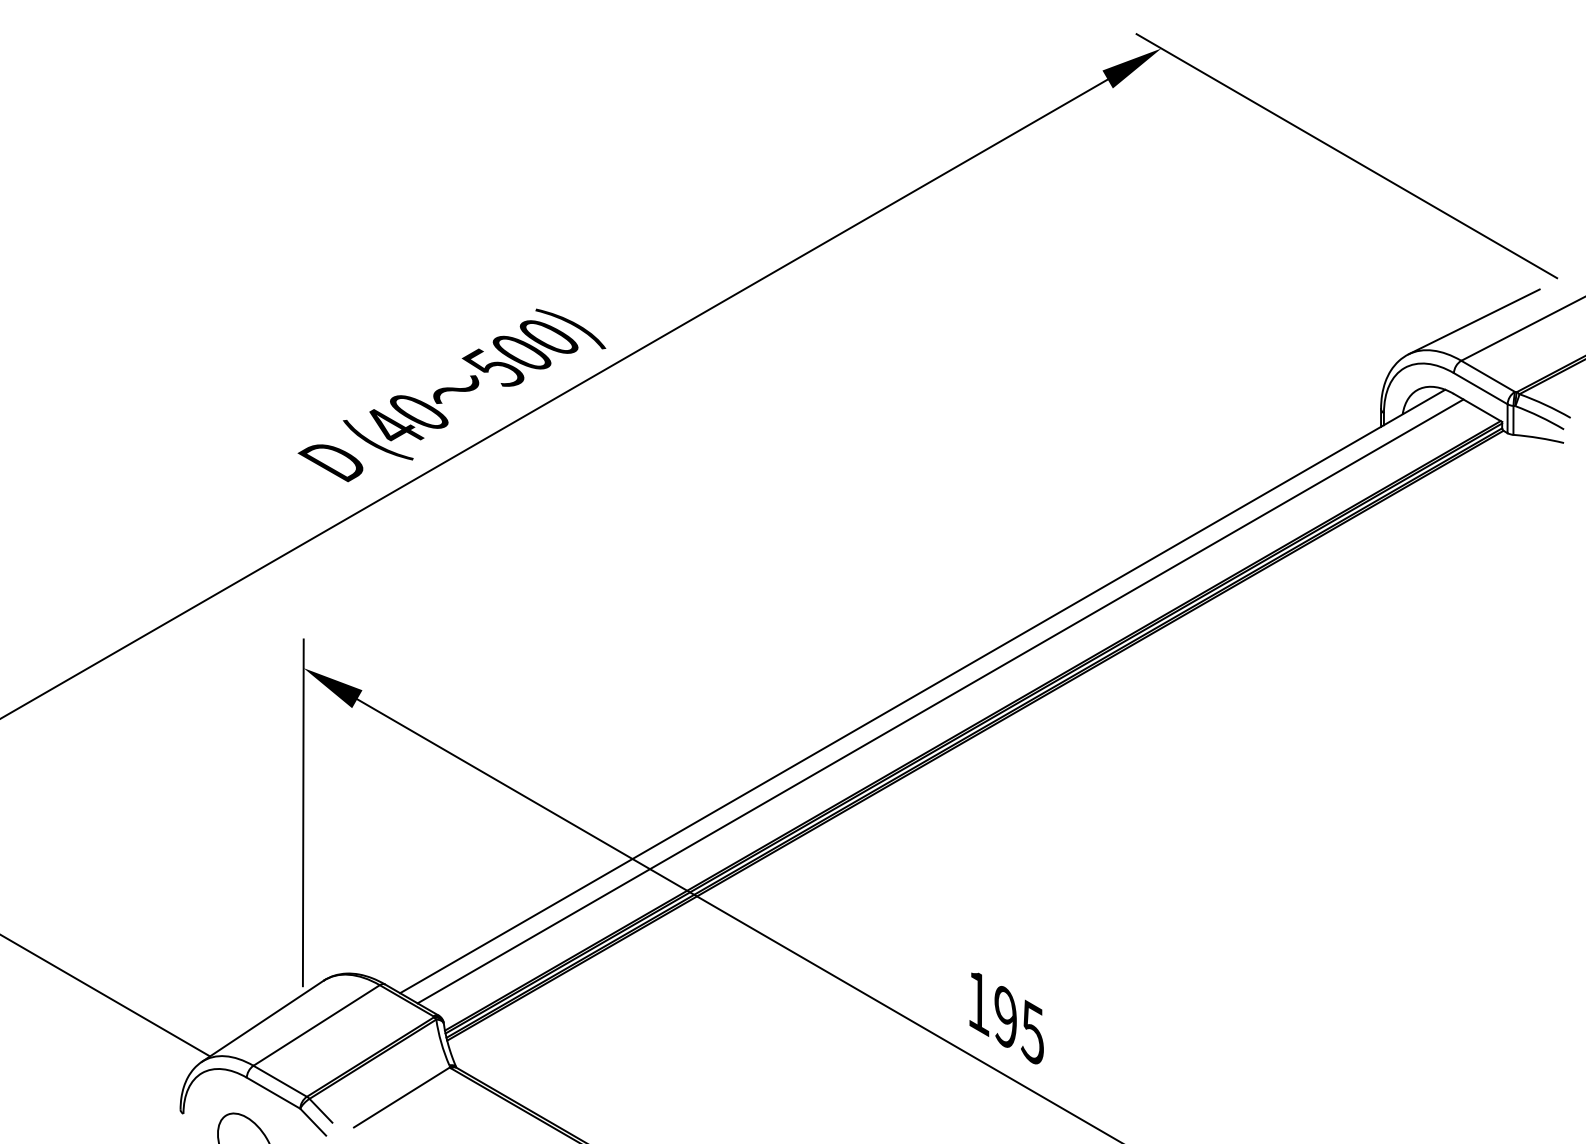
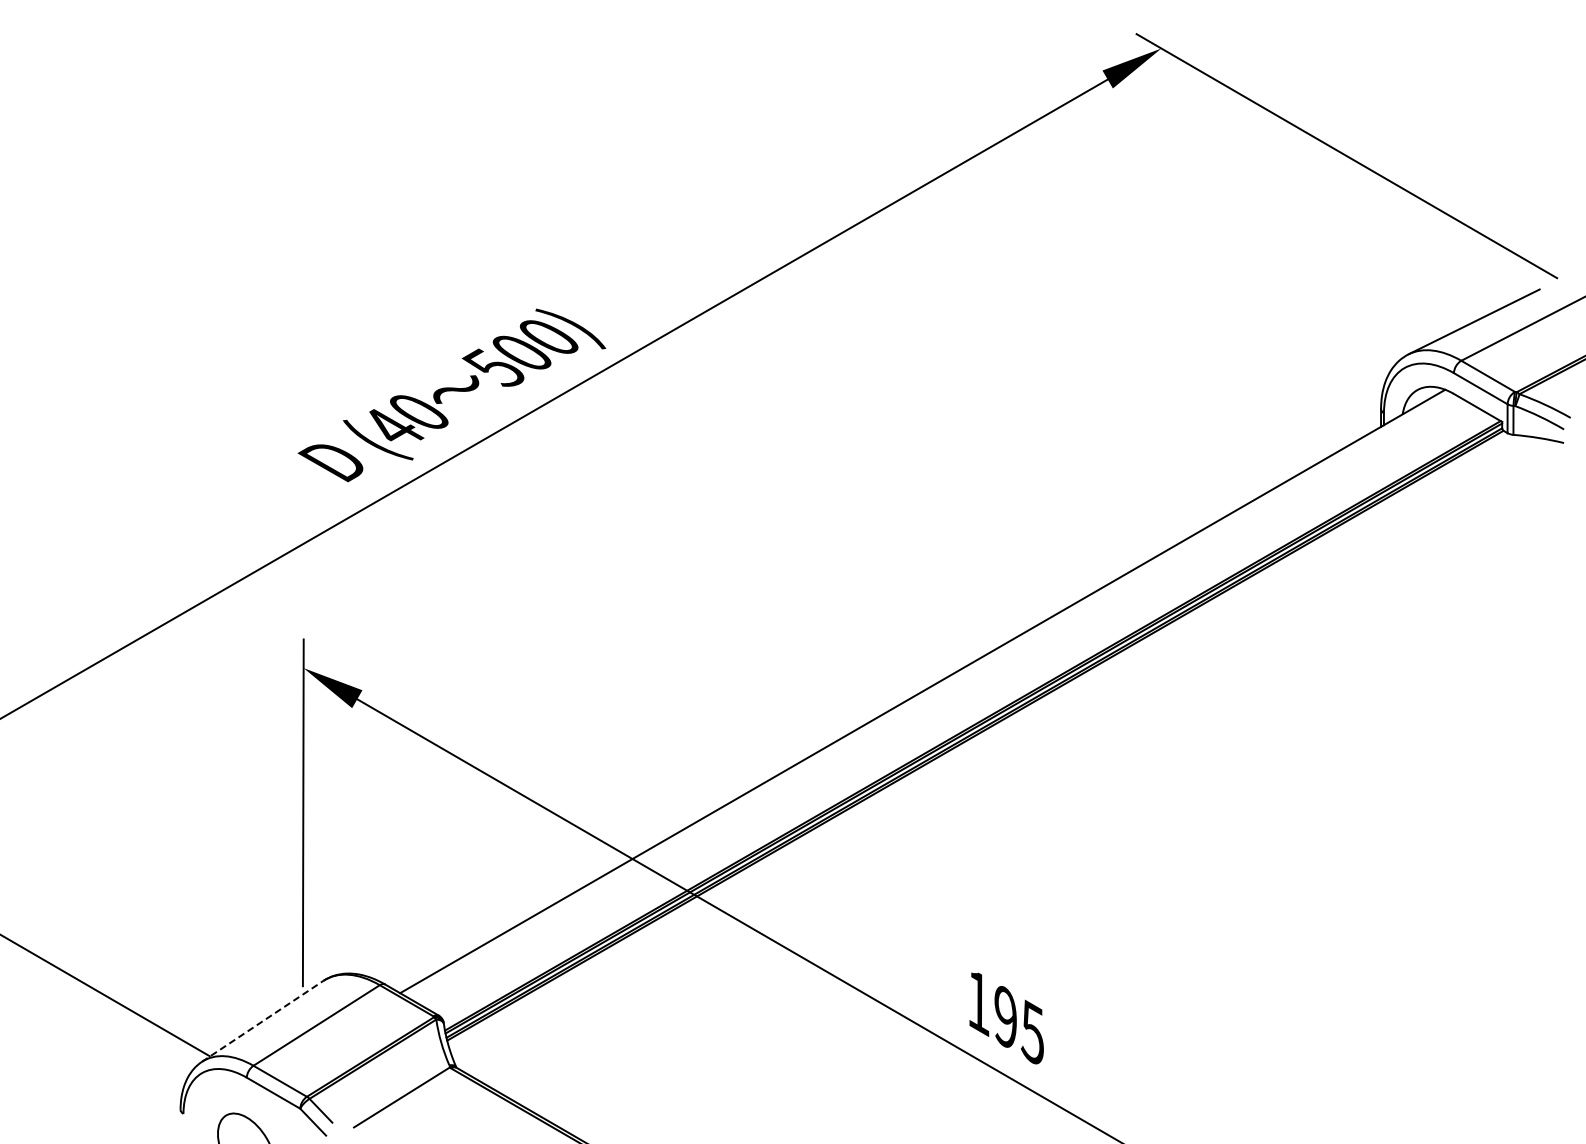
line at (940, 701): present -> none
line at (262, 1021): solid -> dashed
